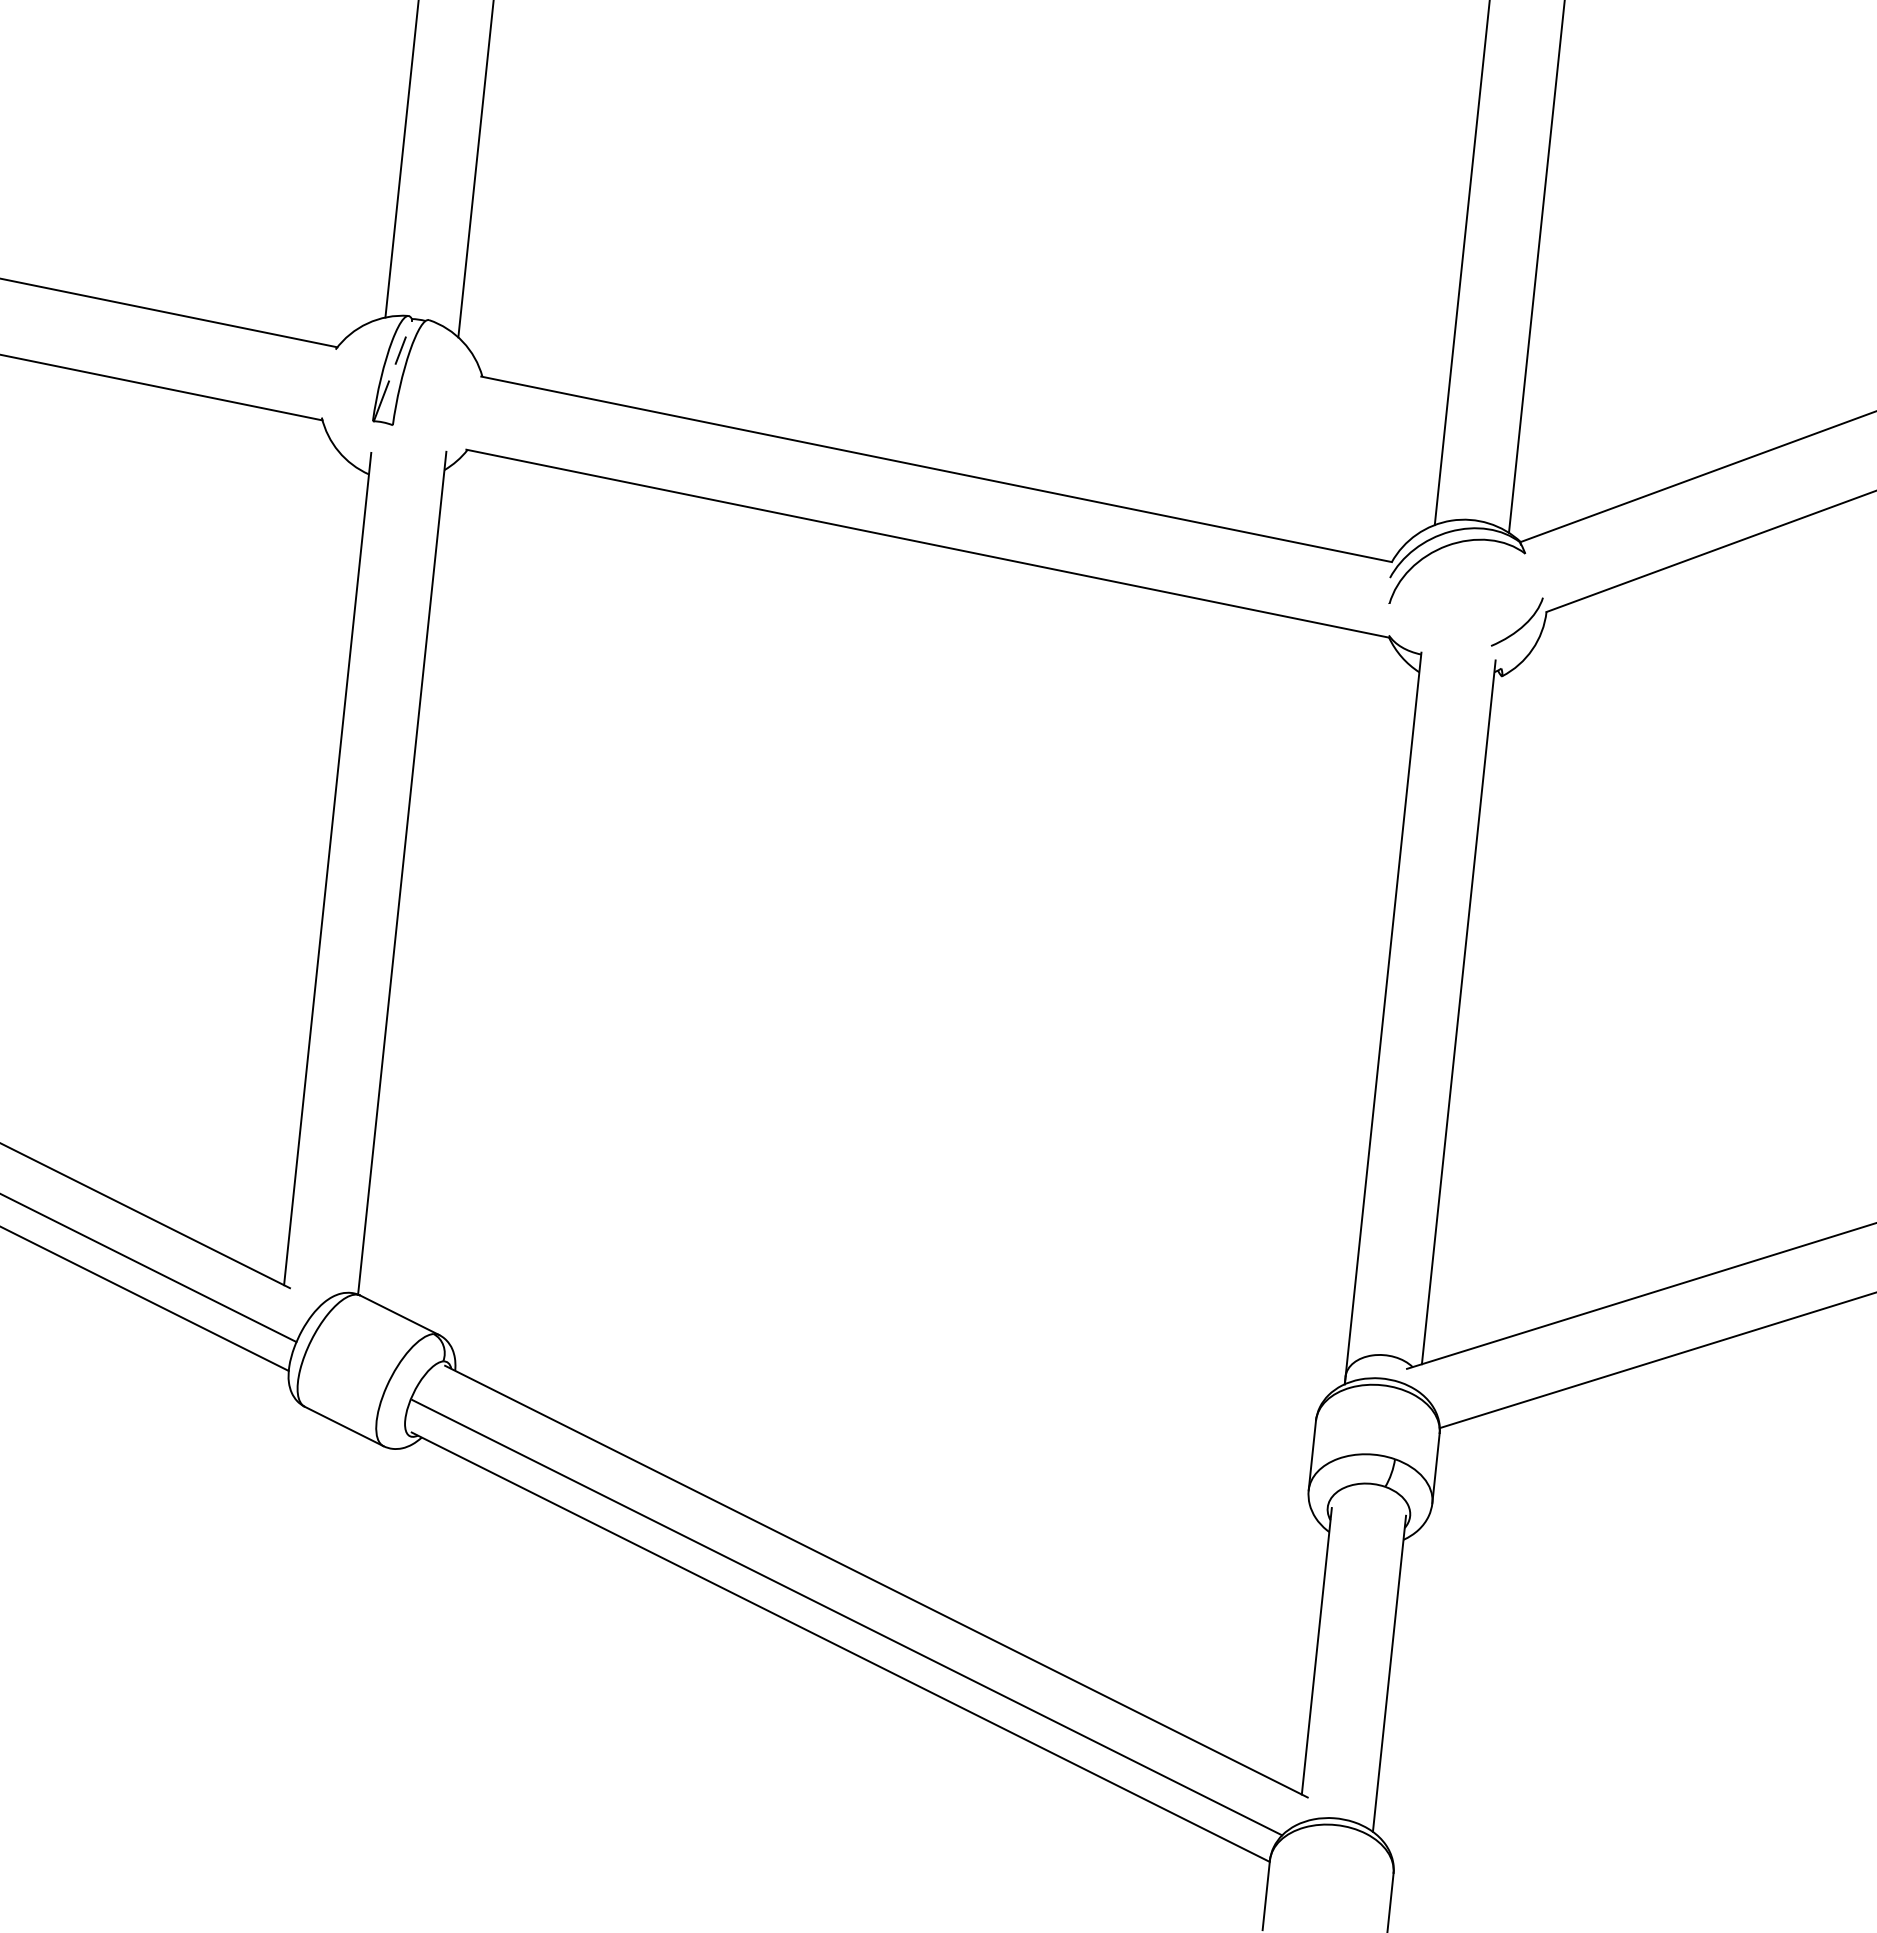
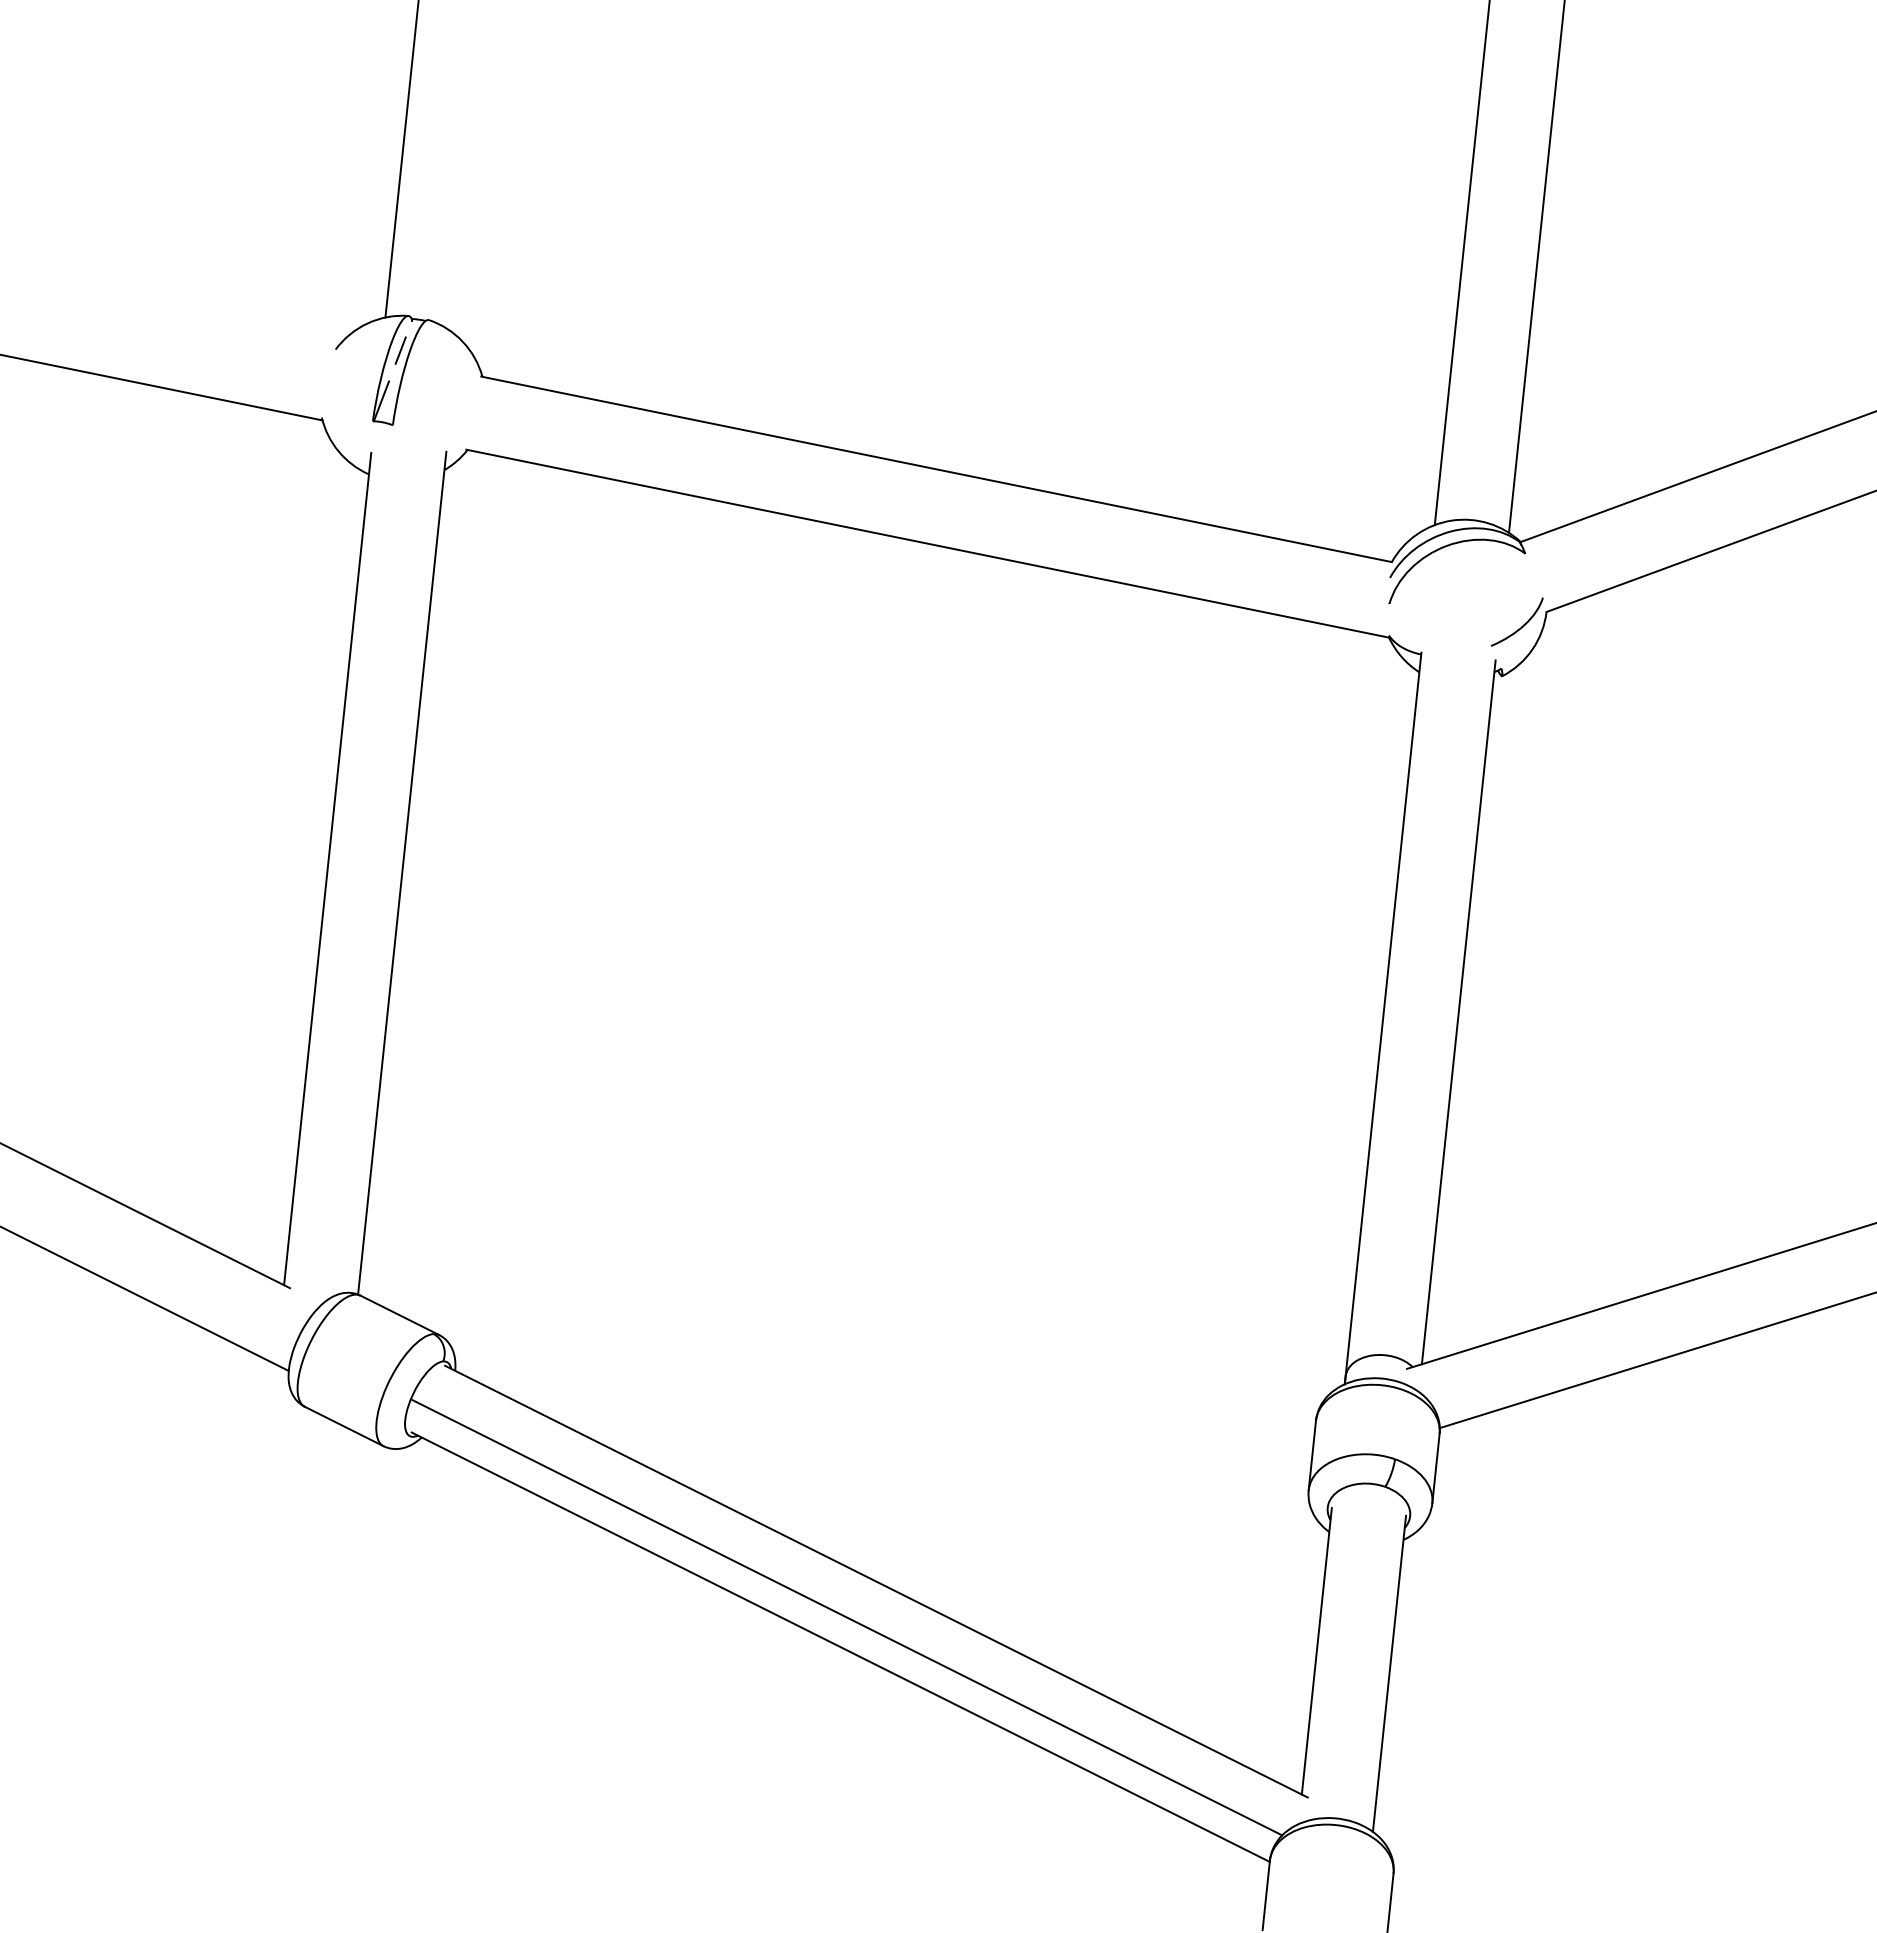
line at (475, 169): present -> none
line at (169, 313): present -> none
line at (149, 1268): present -> none
